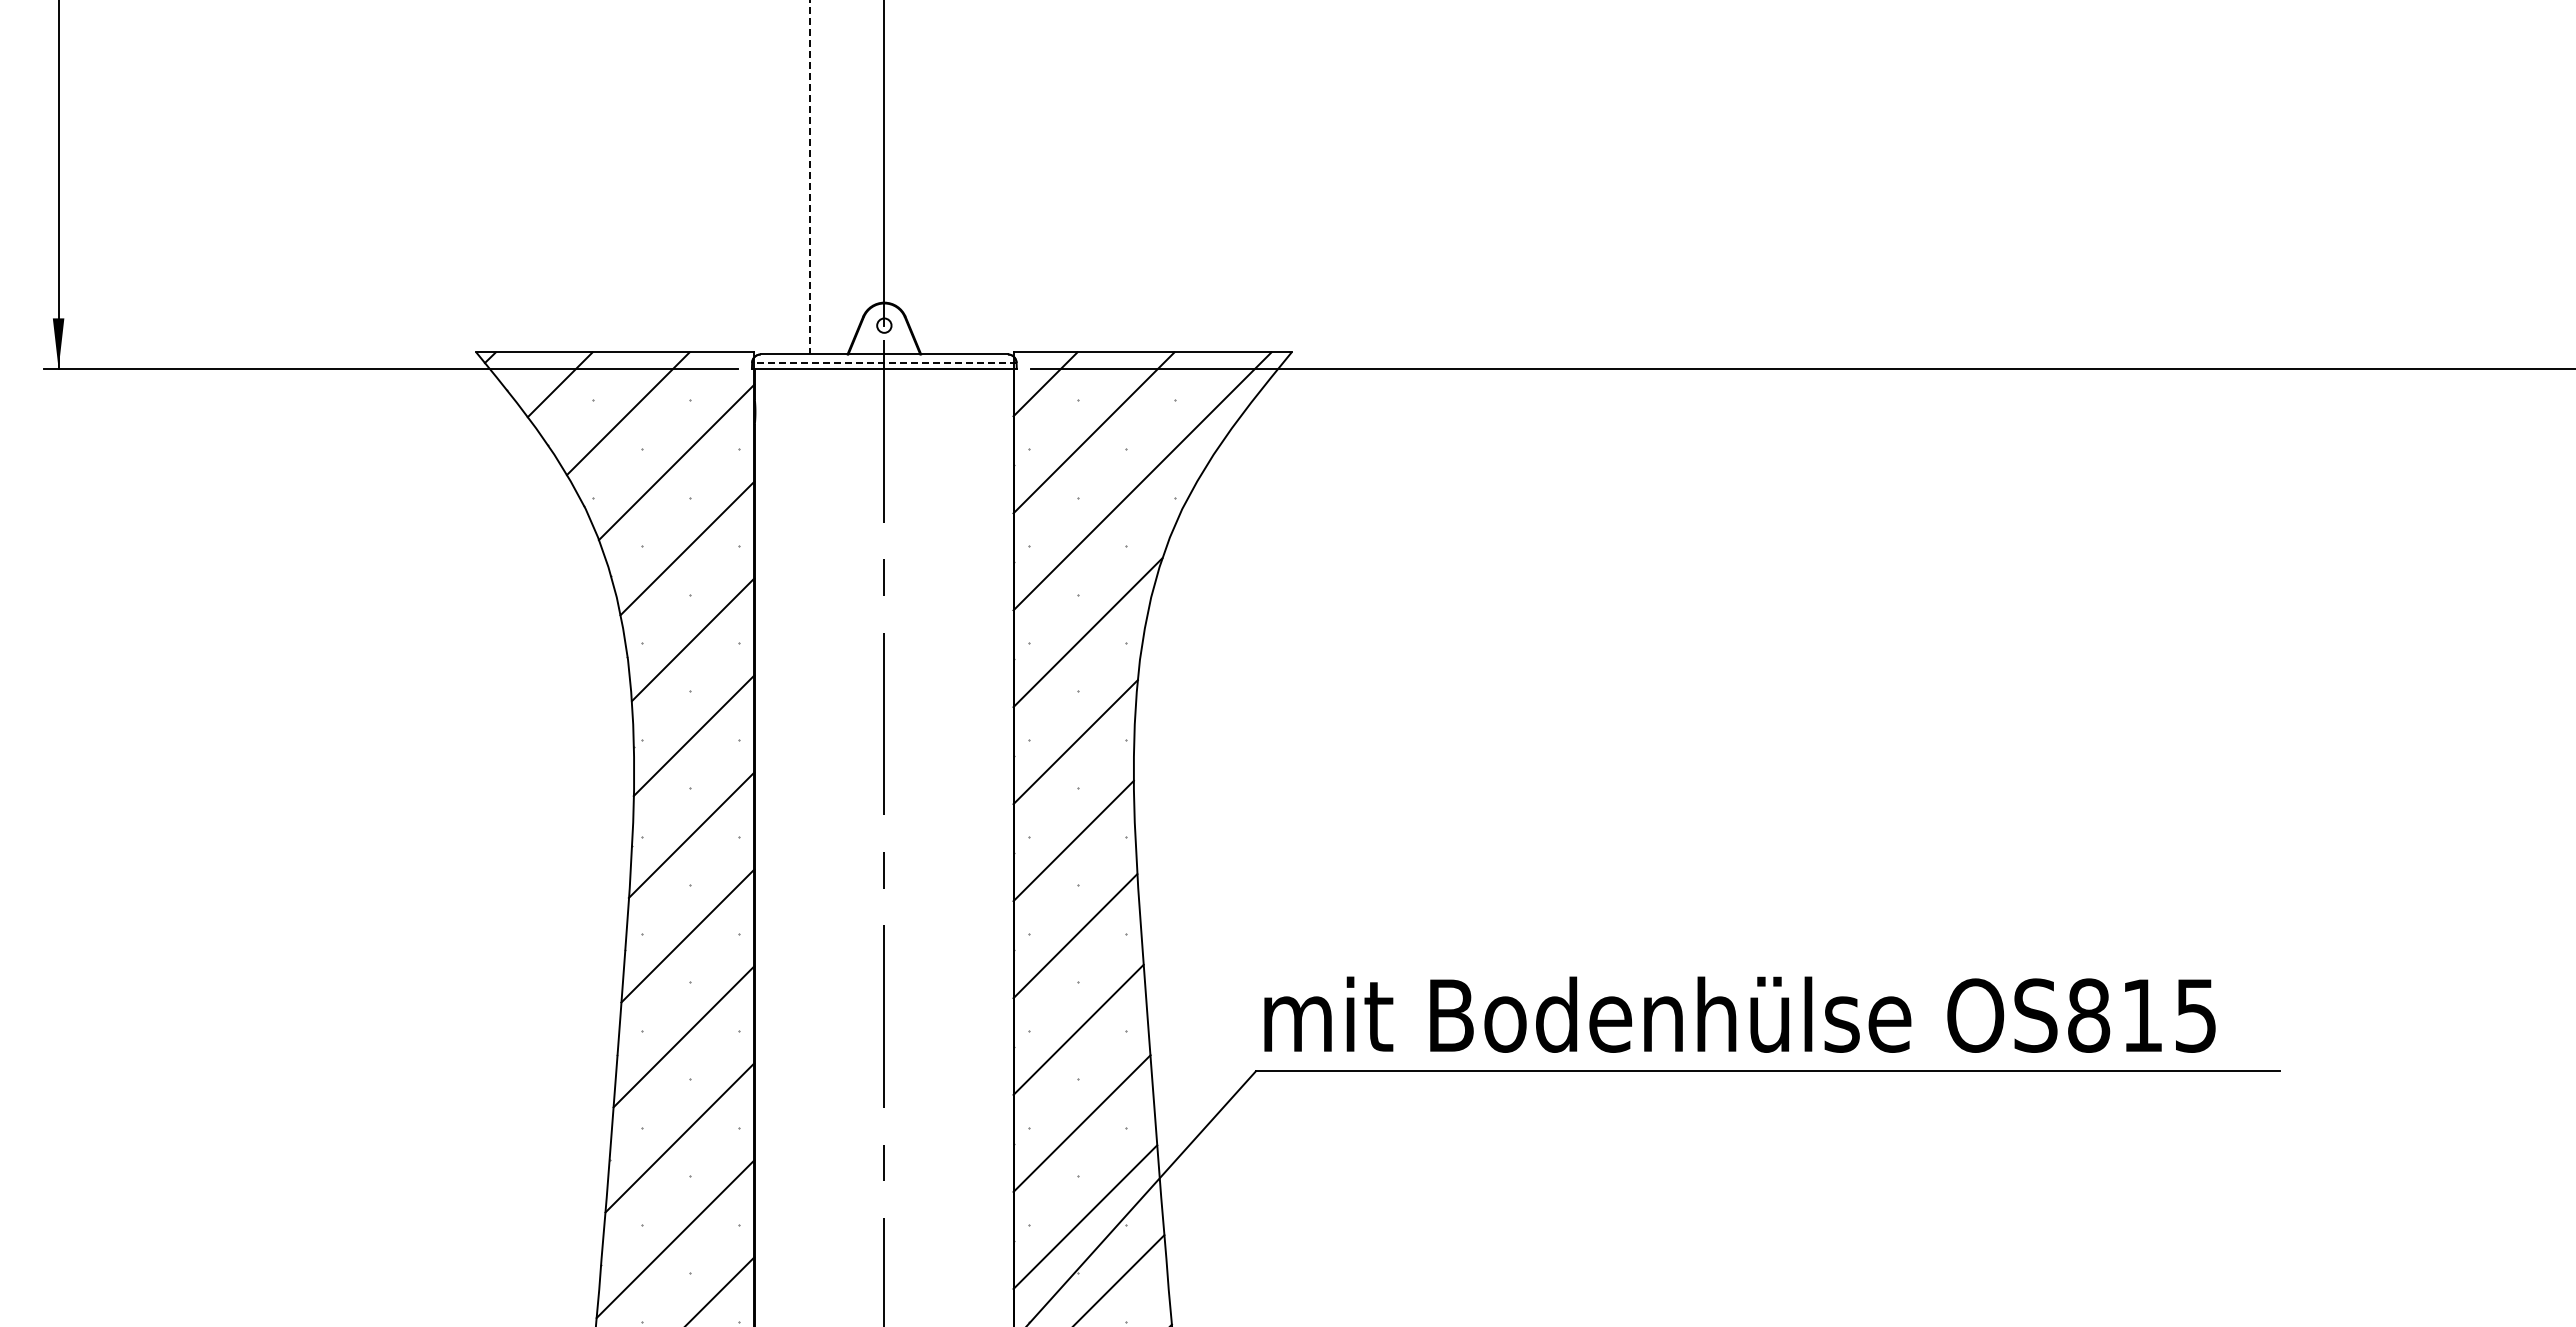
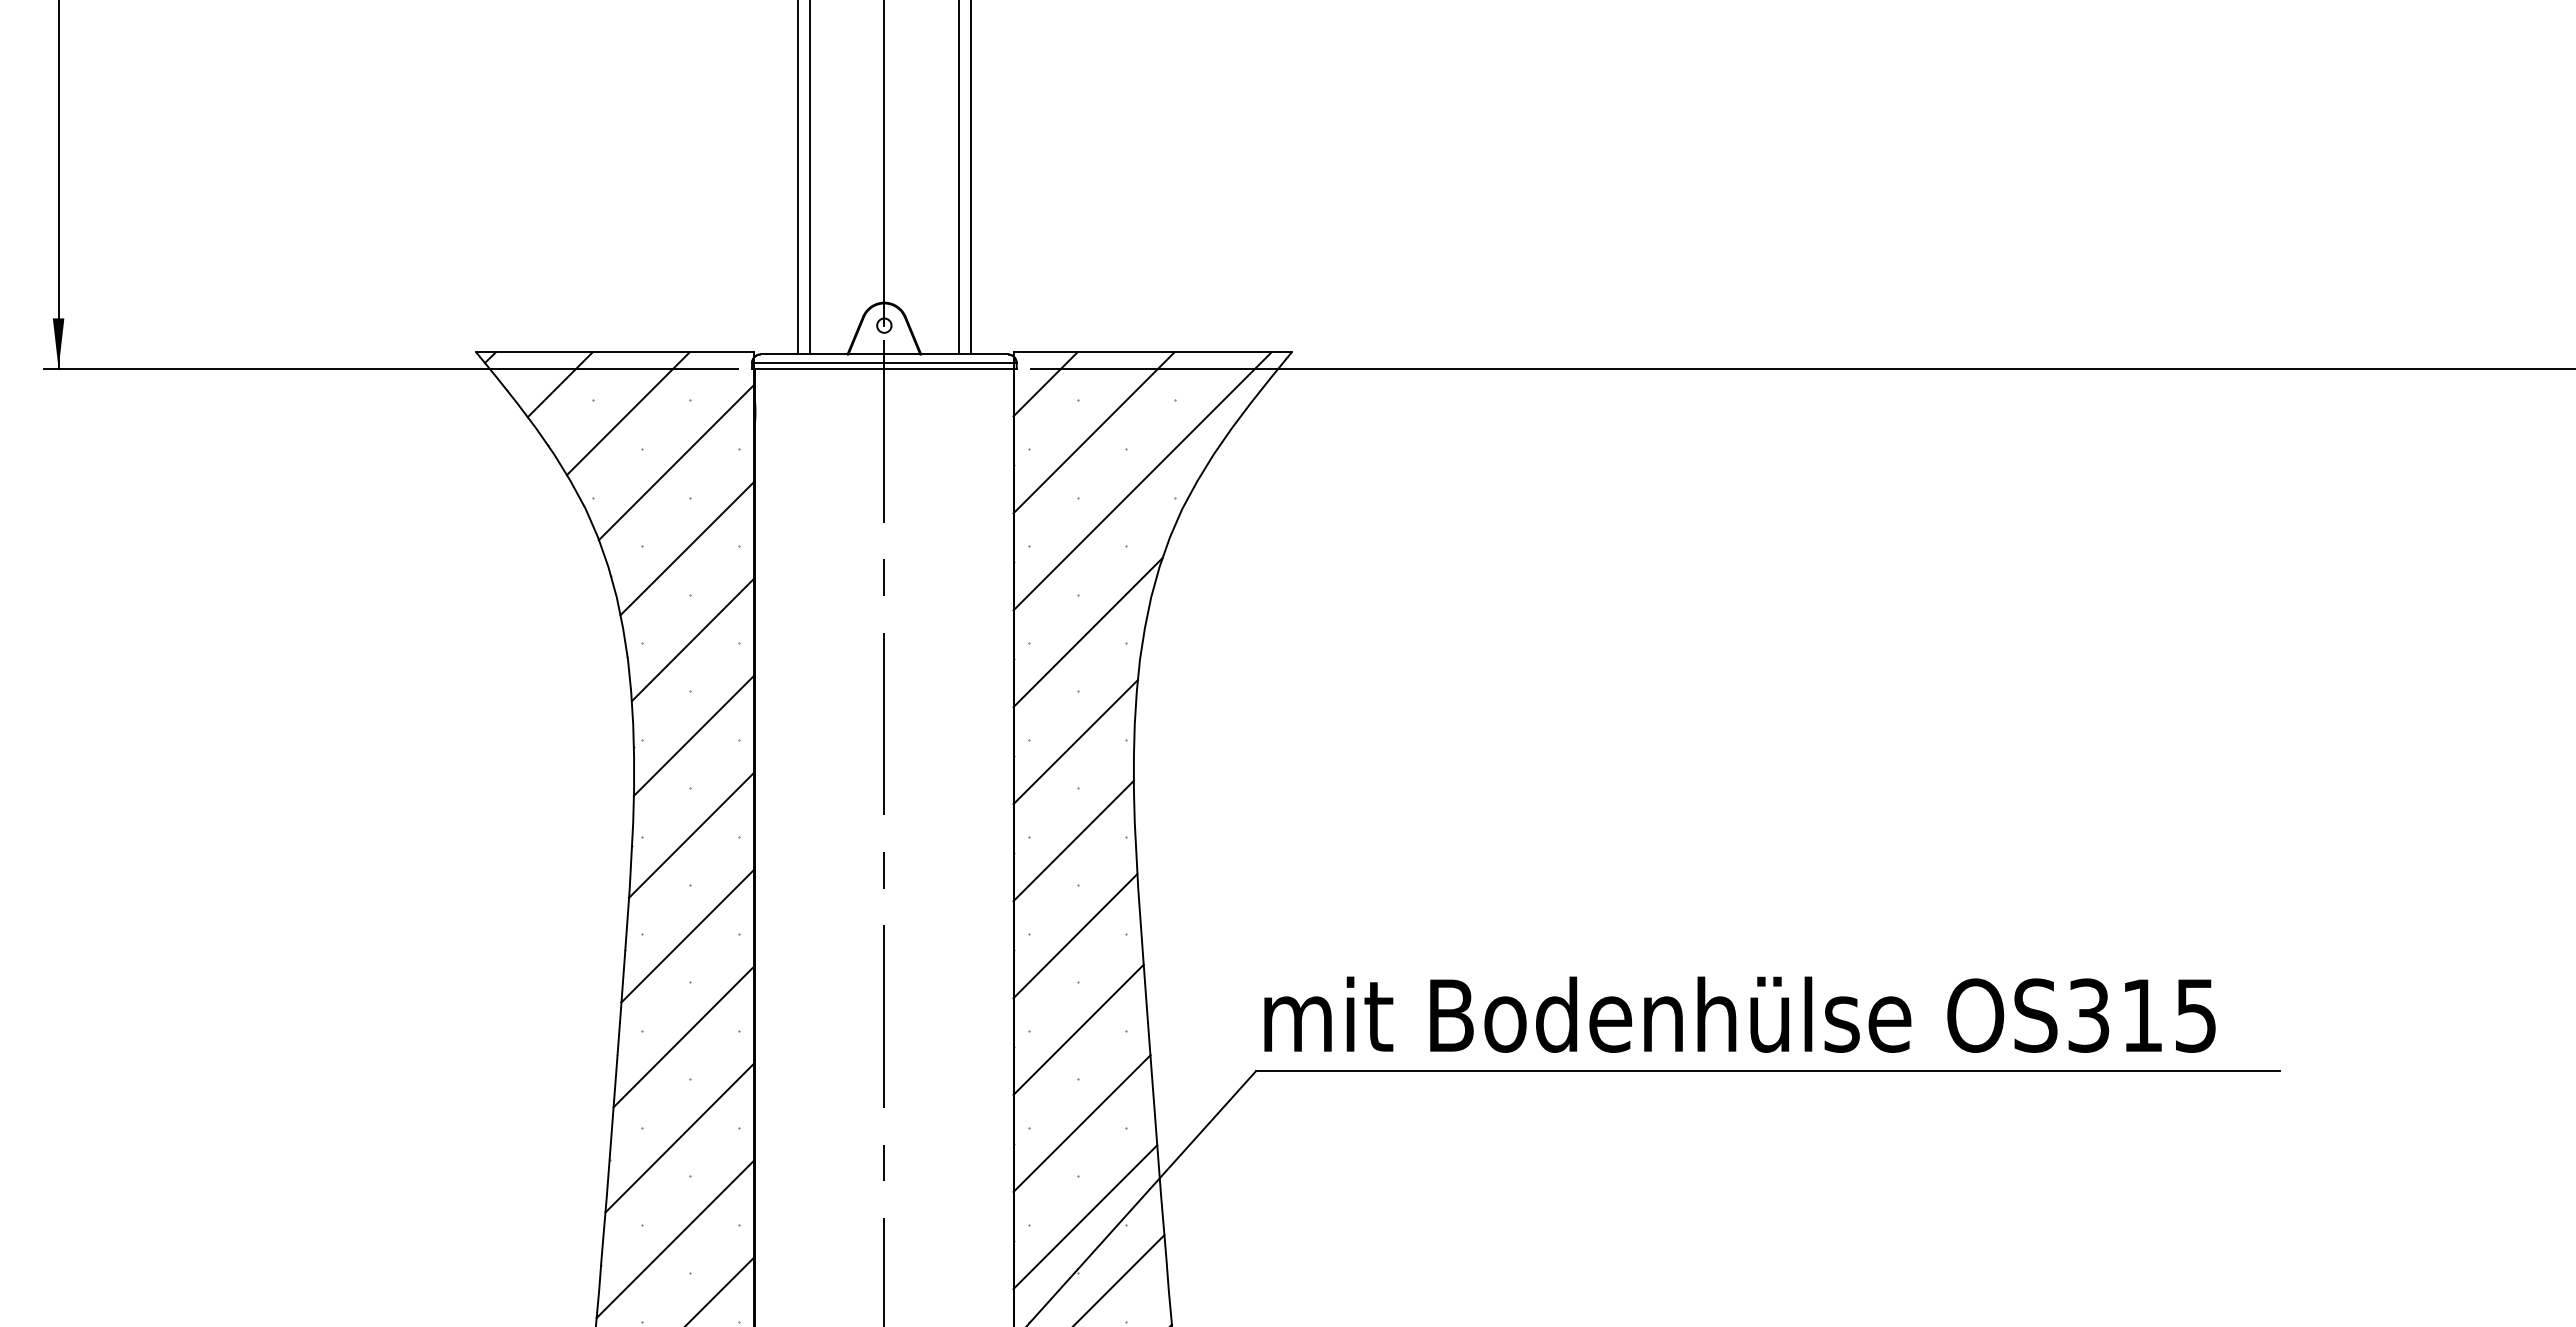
line at (809, 177): dashed -> solid
line at (797, 178): none -> present
line at (959, 178): none -> present
line at (970, 178): none -> present
line at (883, 362): dashed -> solid
text at (2089, 1015): OS815 -> OS315
